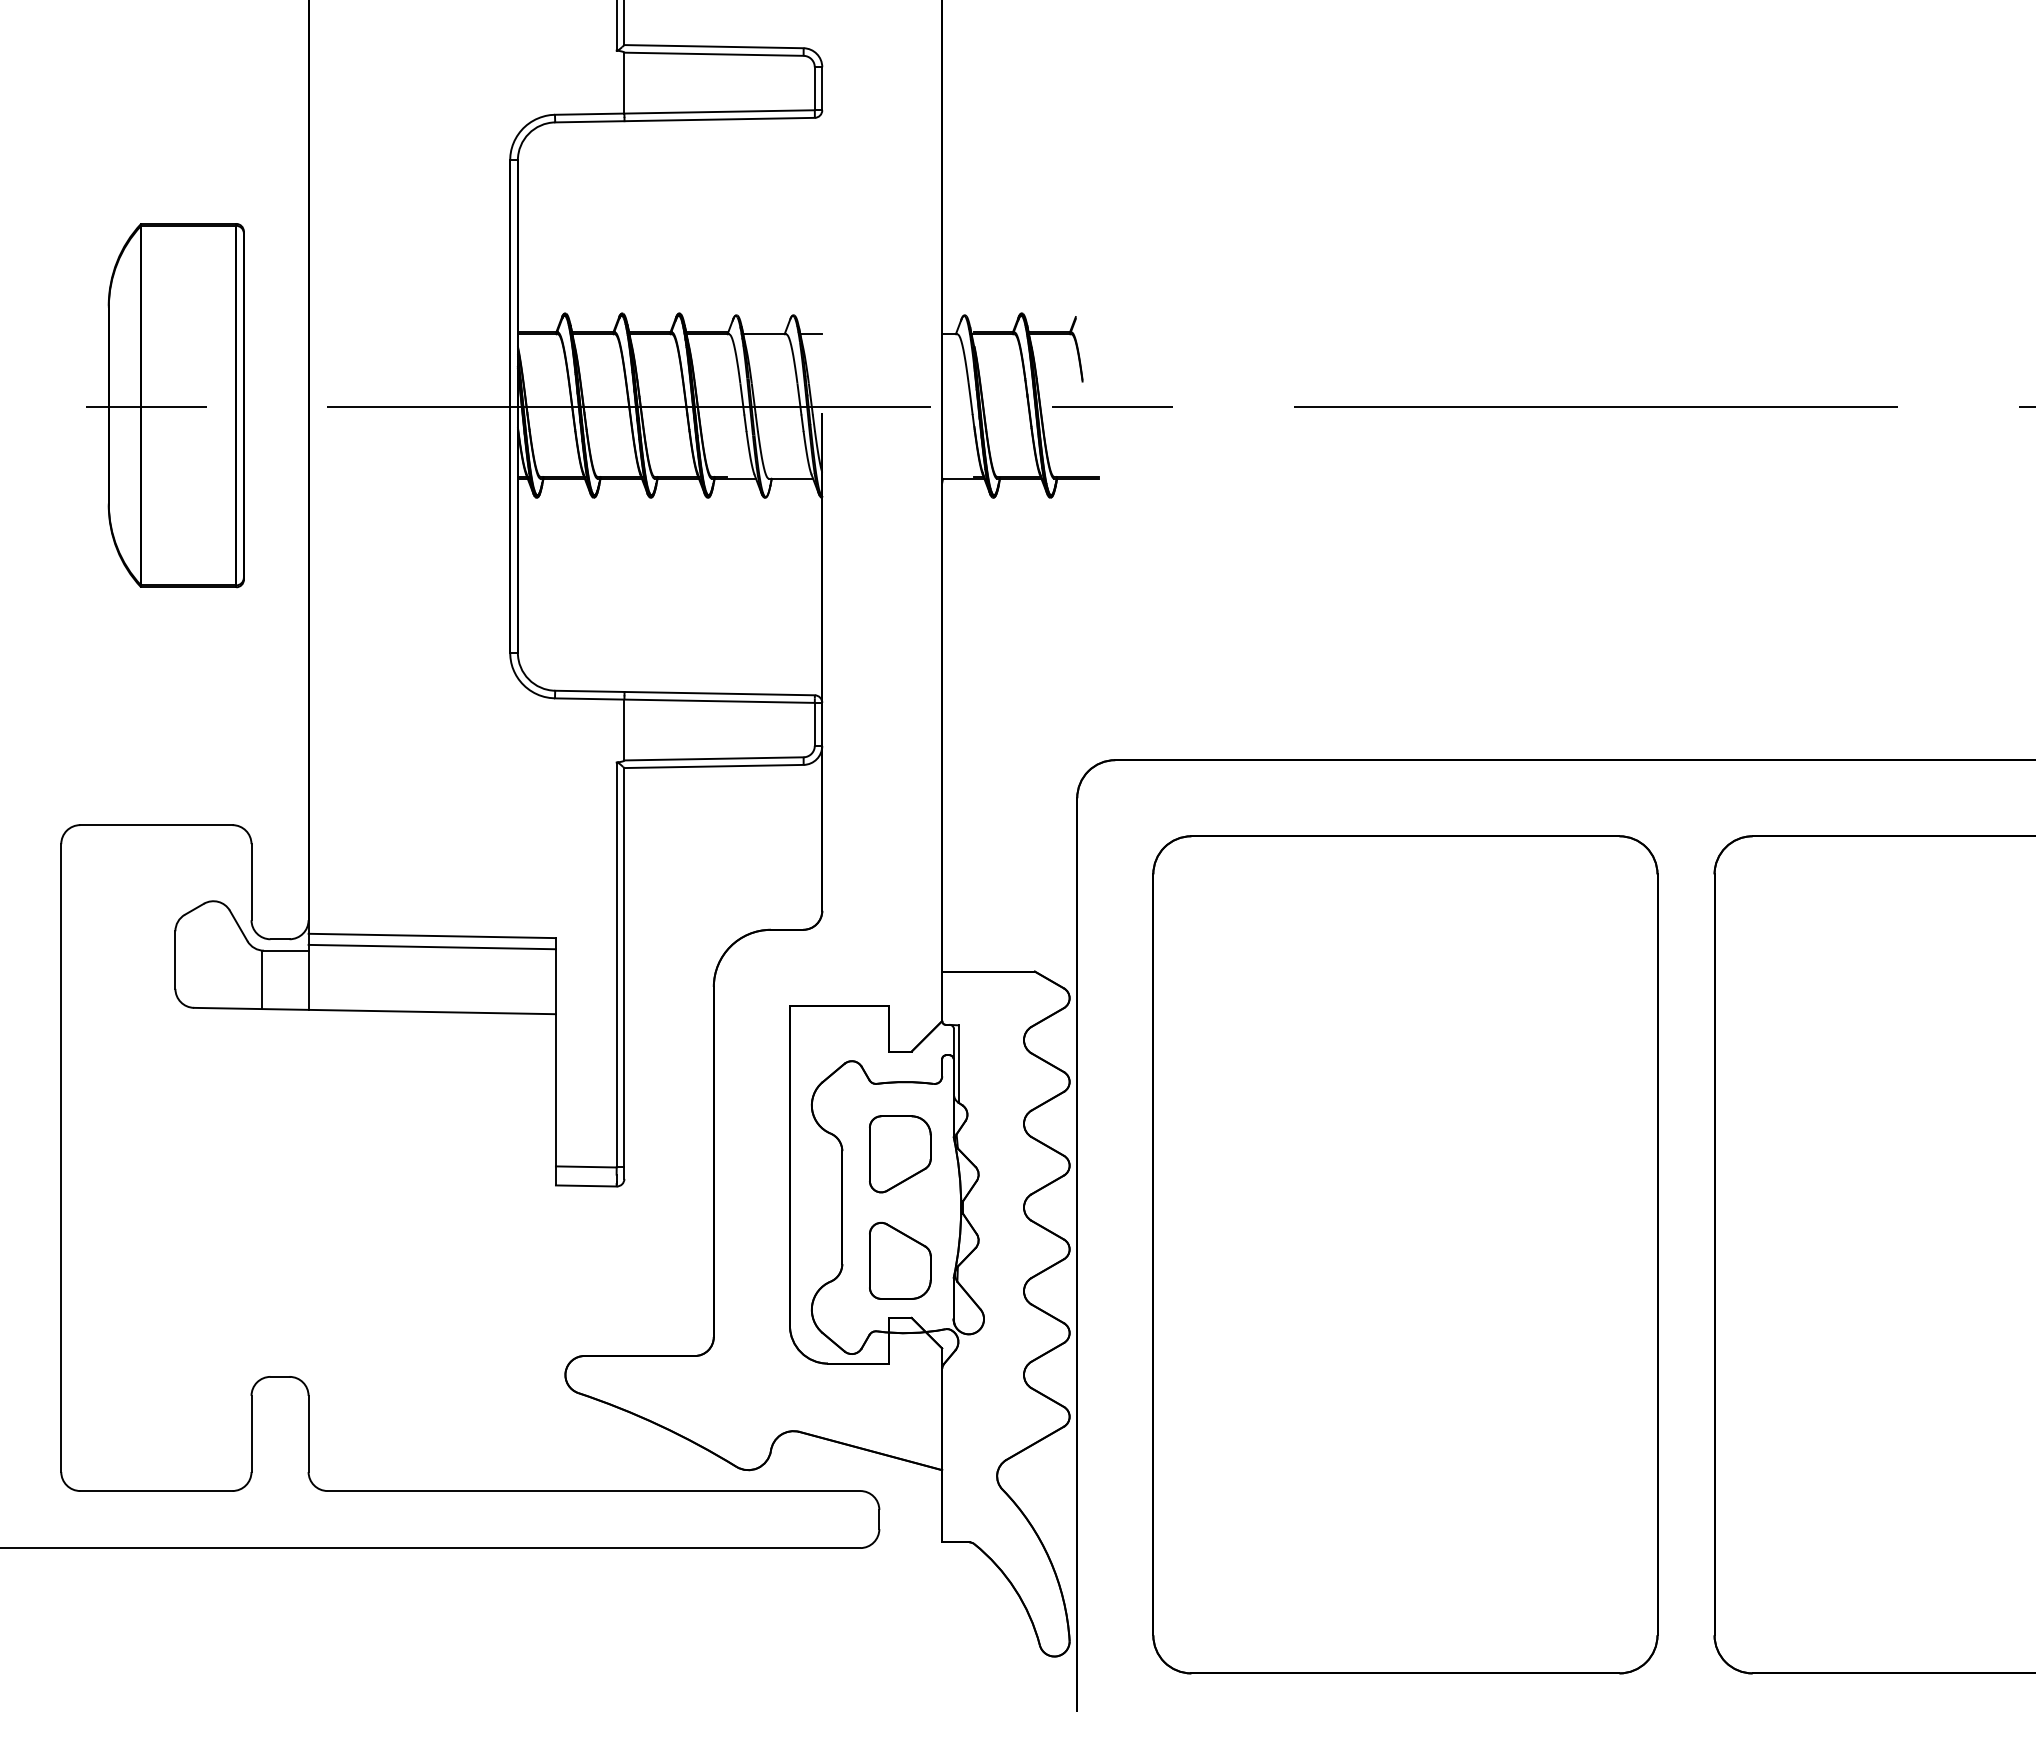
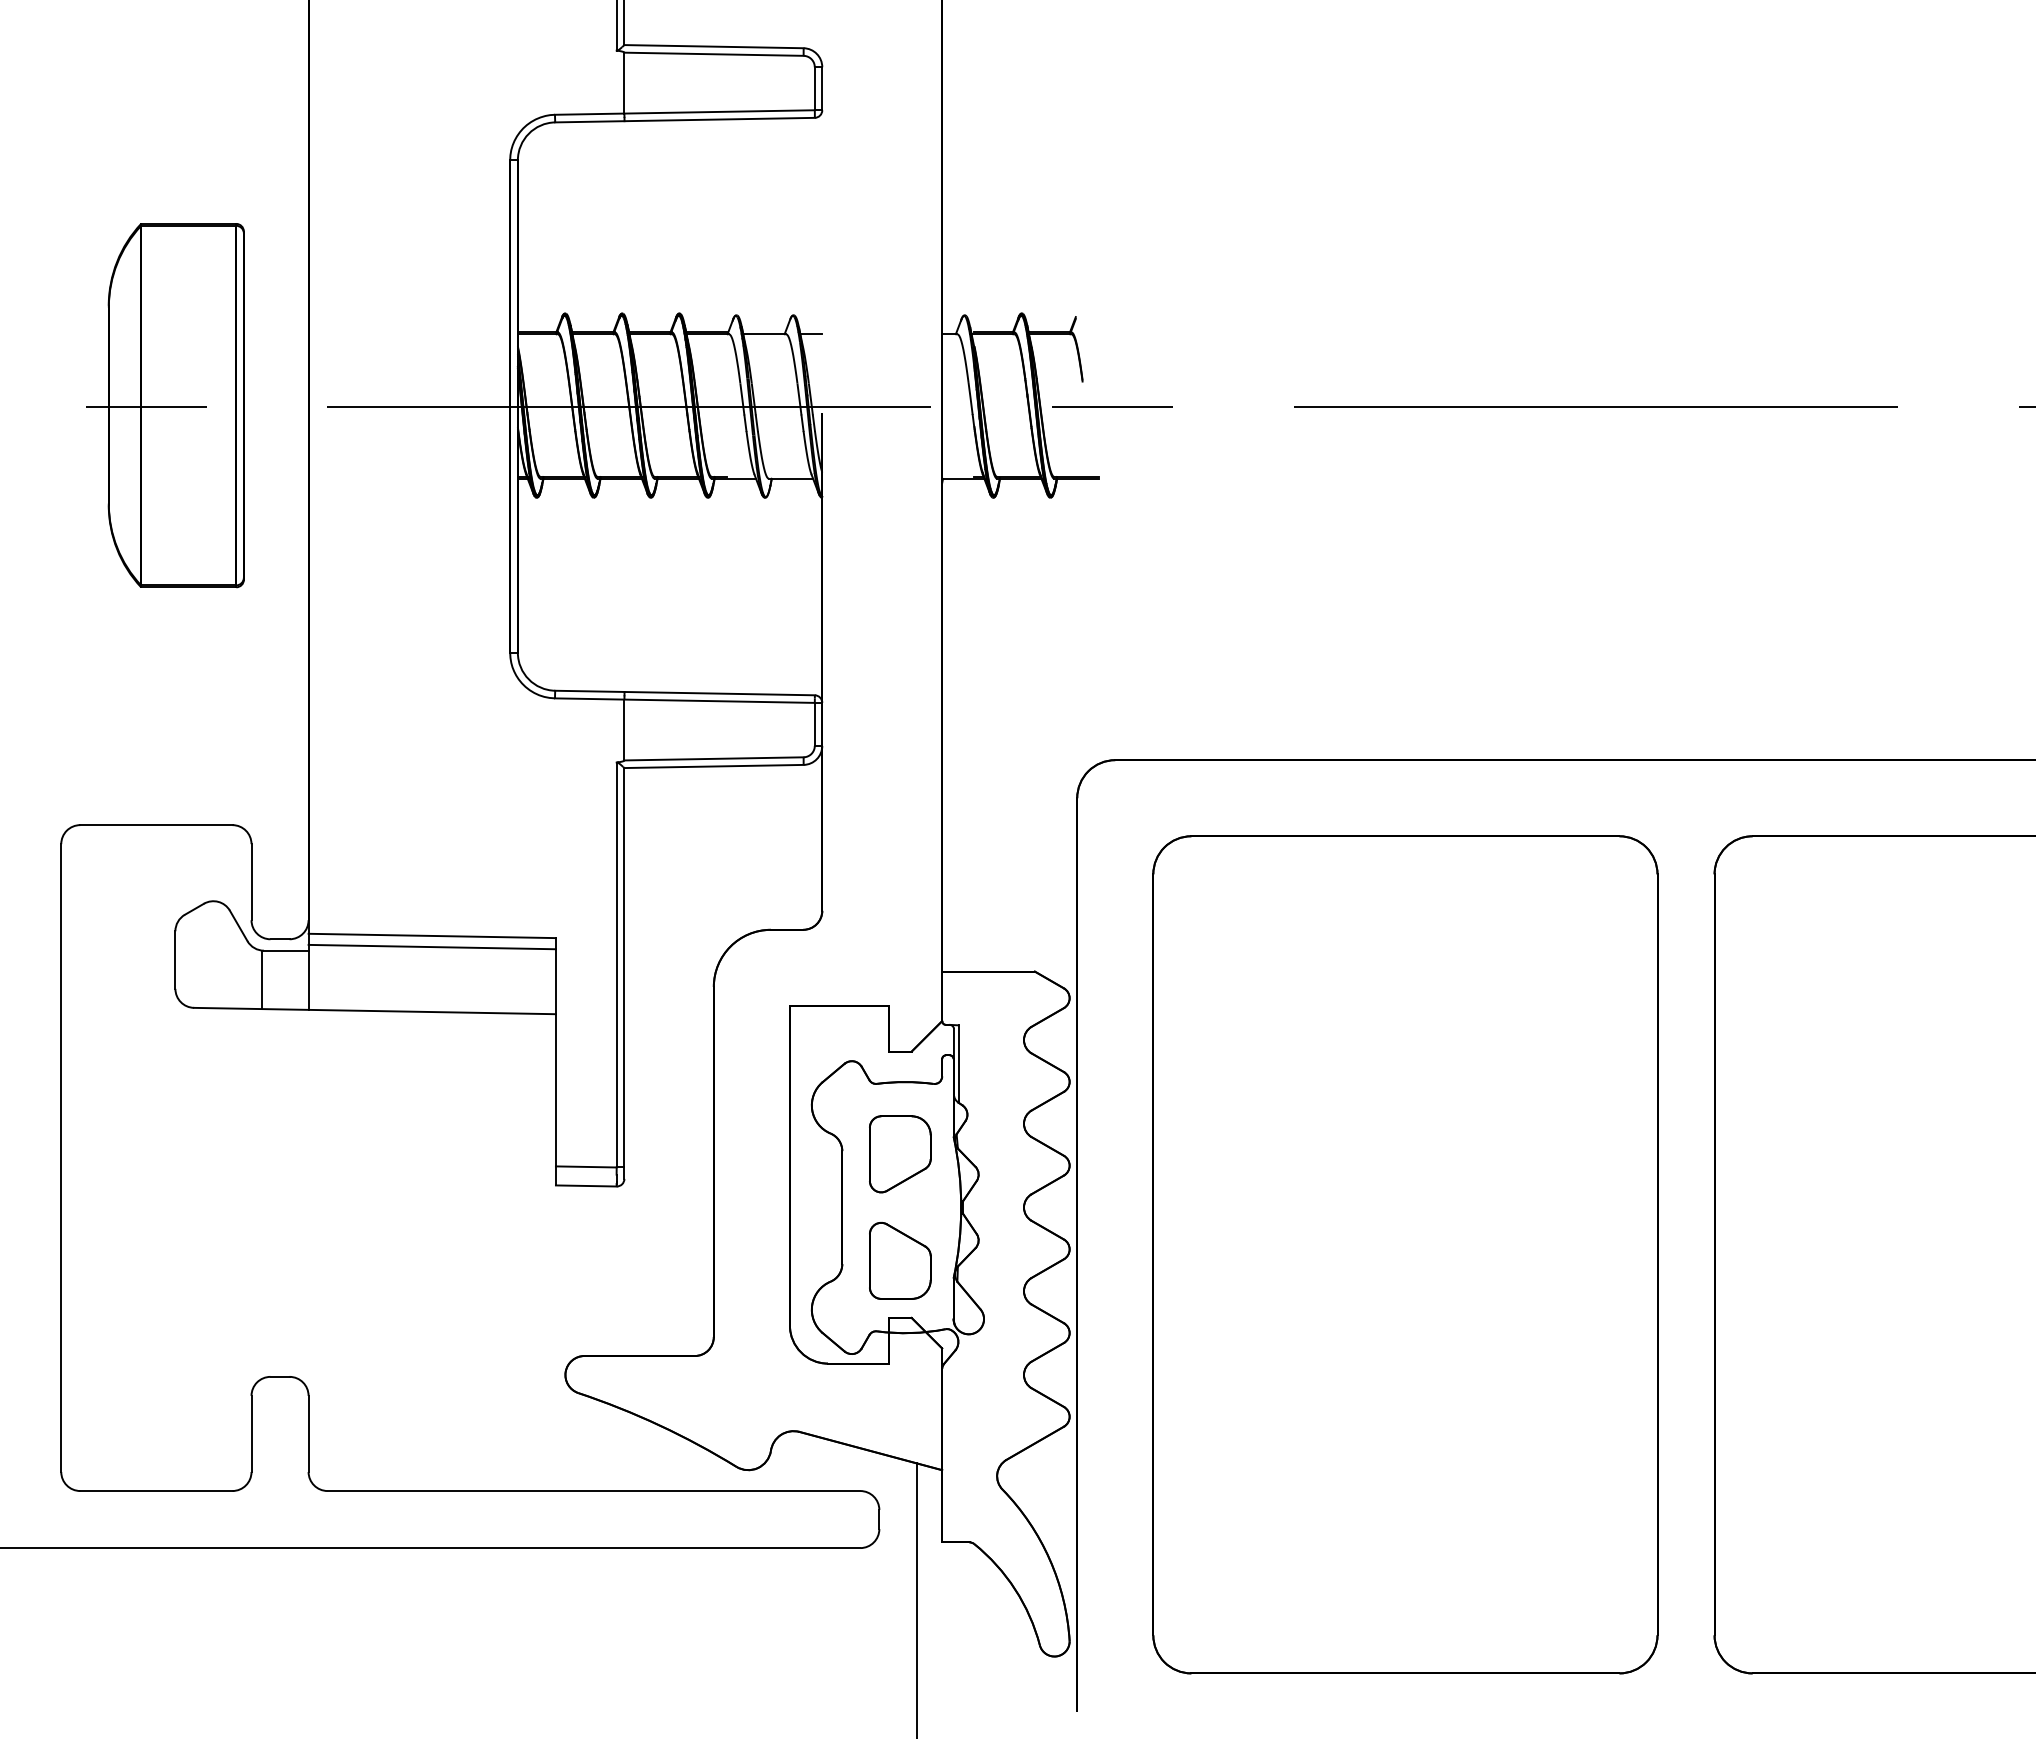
line at (916, 1599): none -> present
